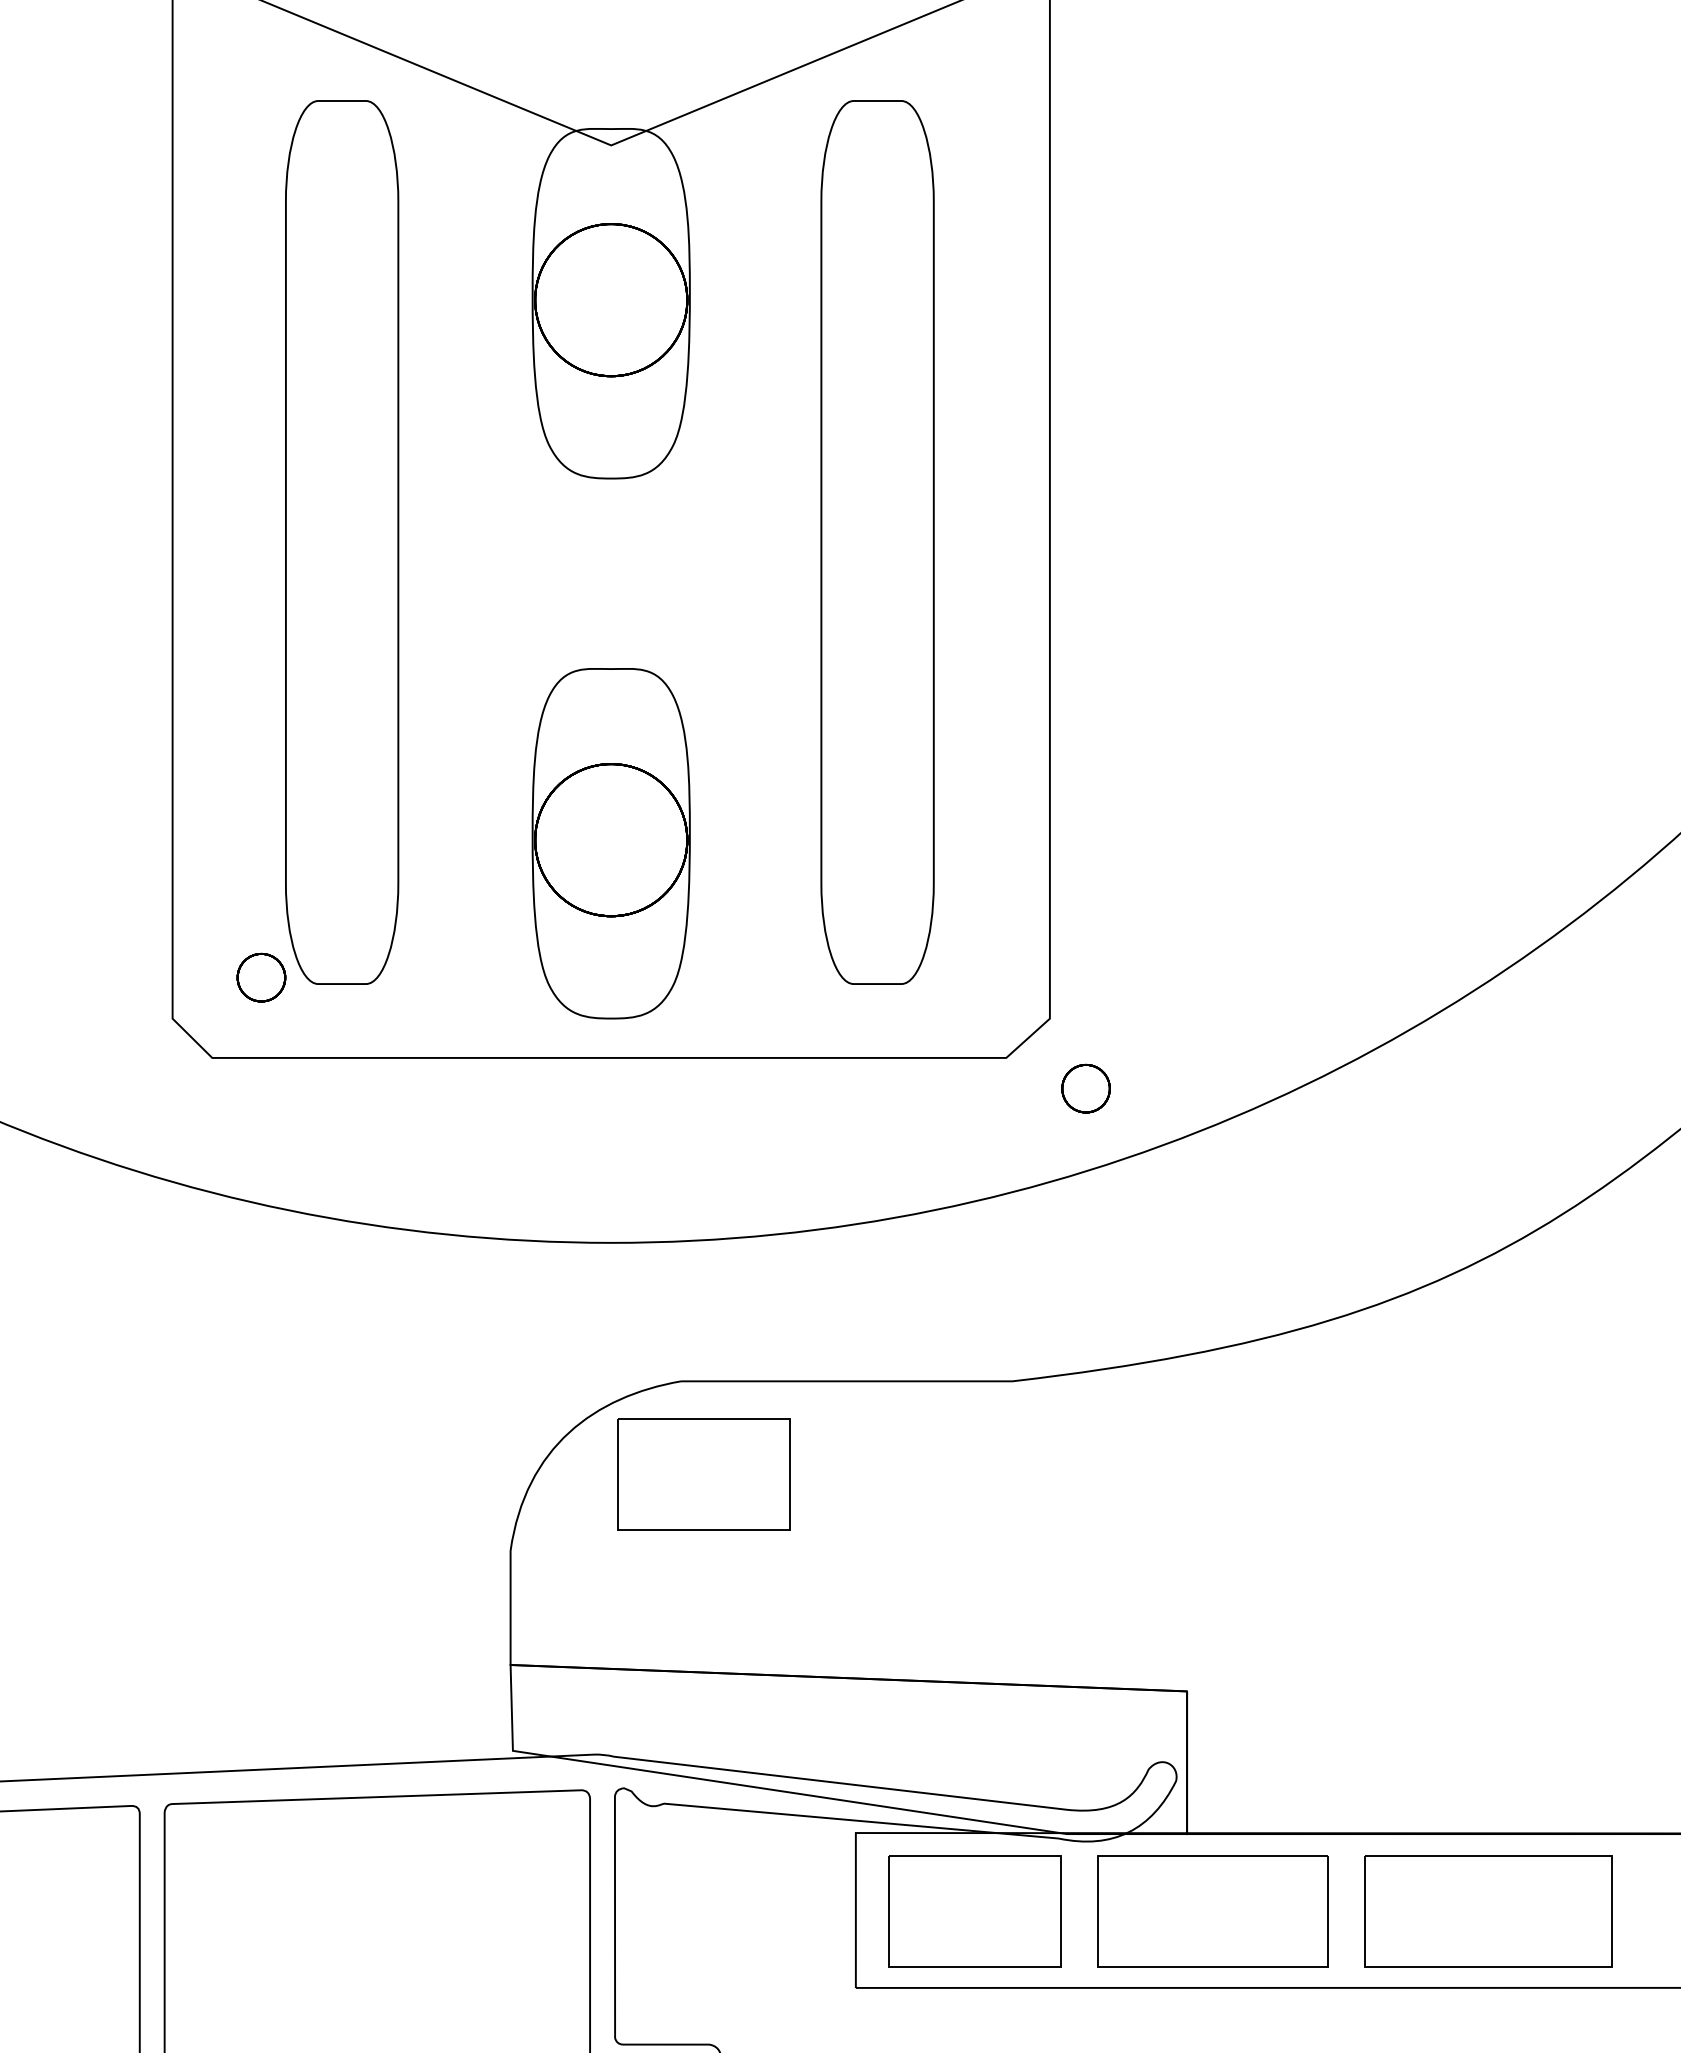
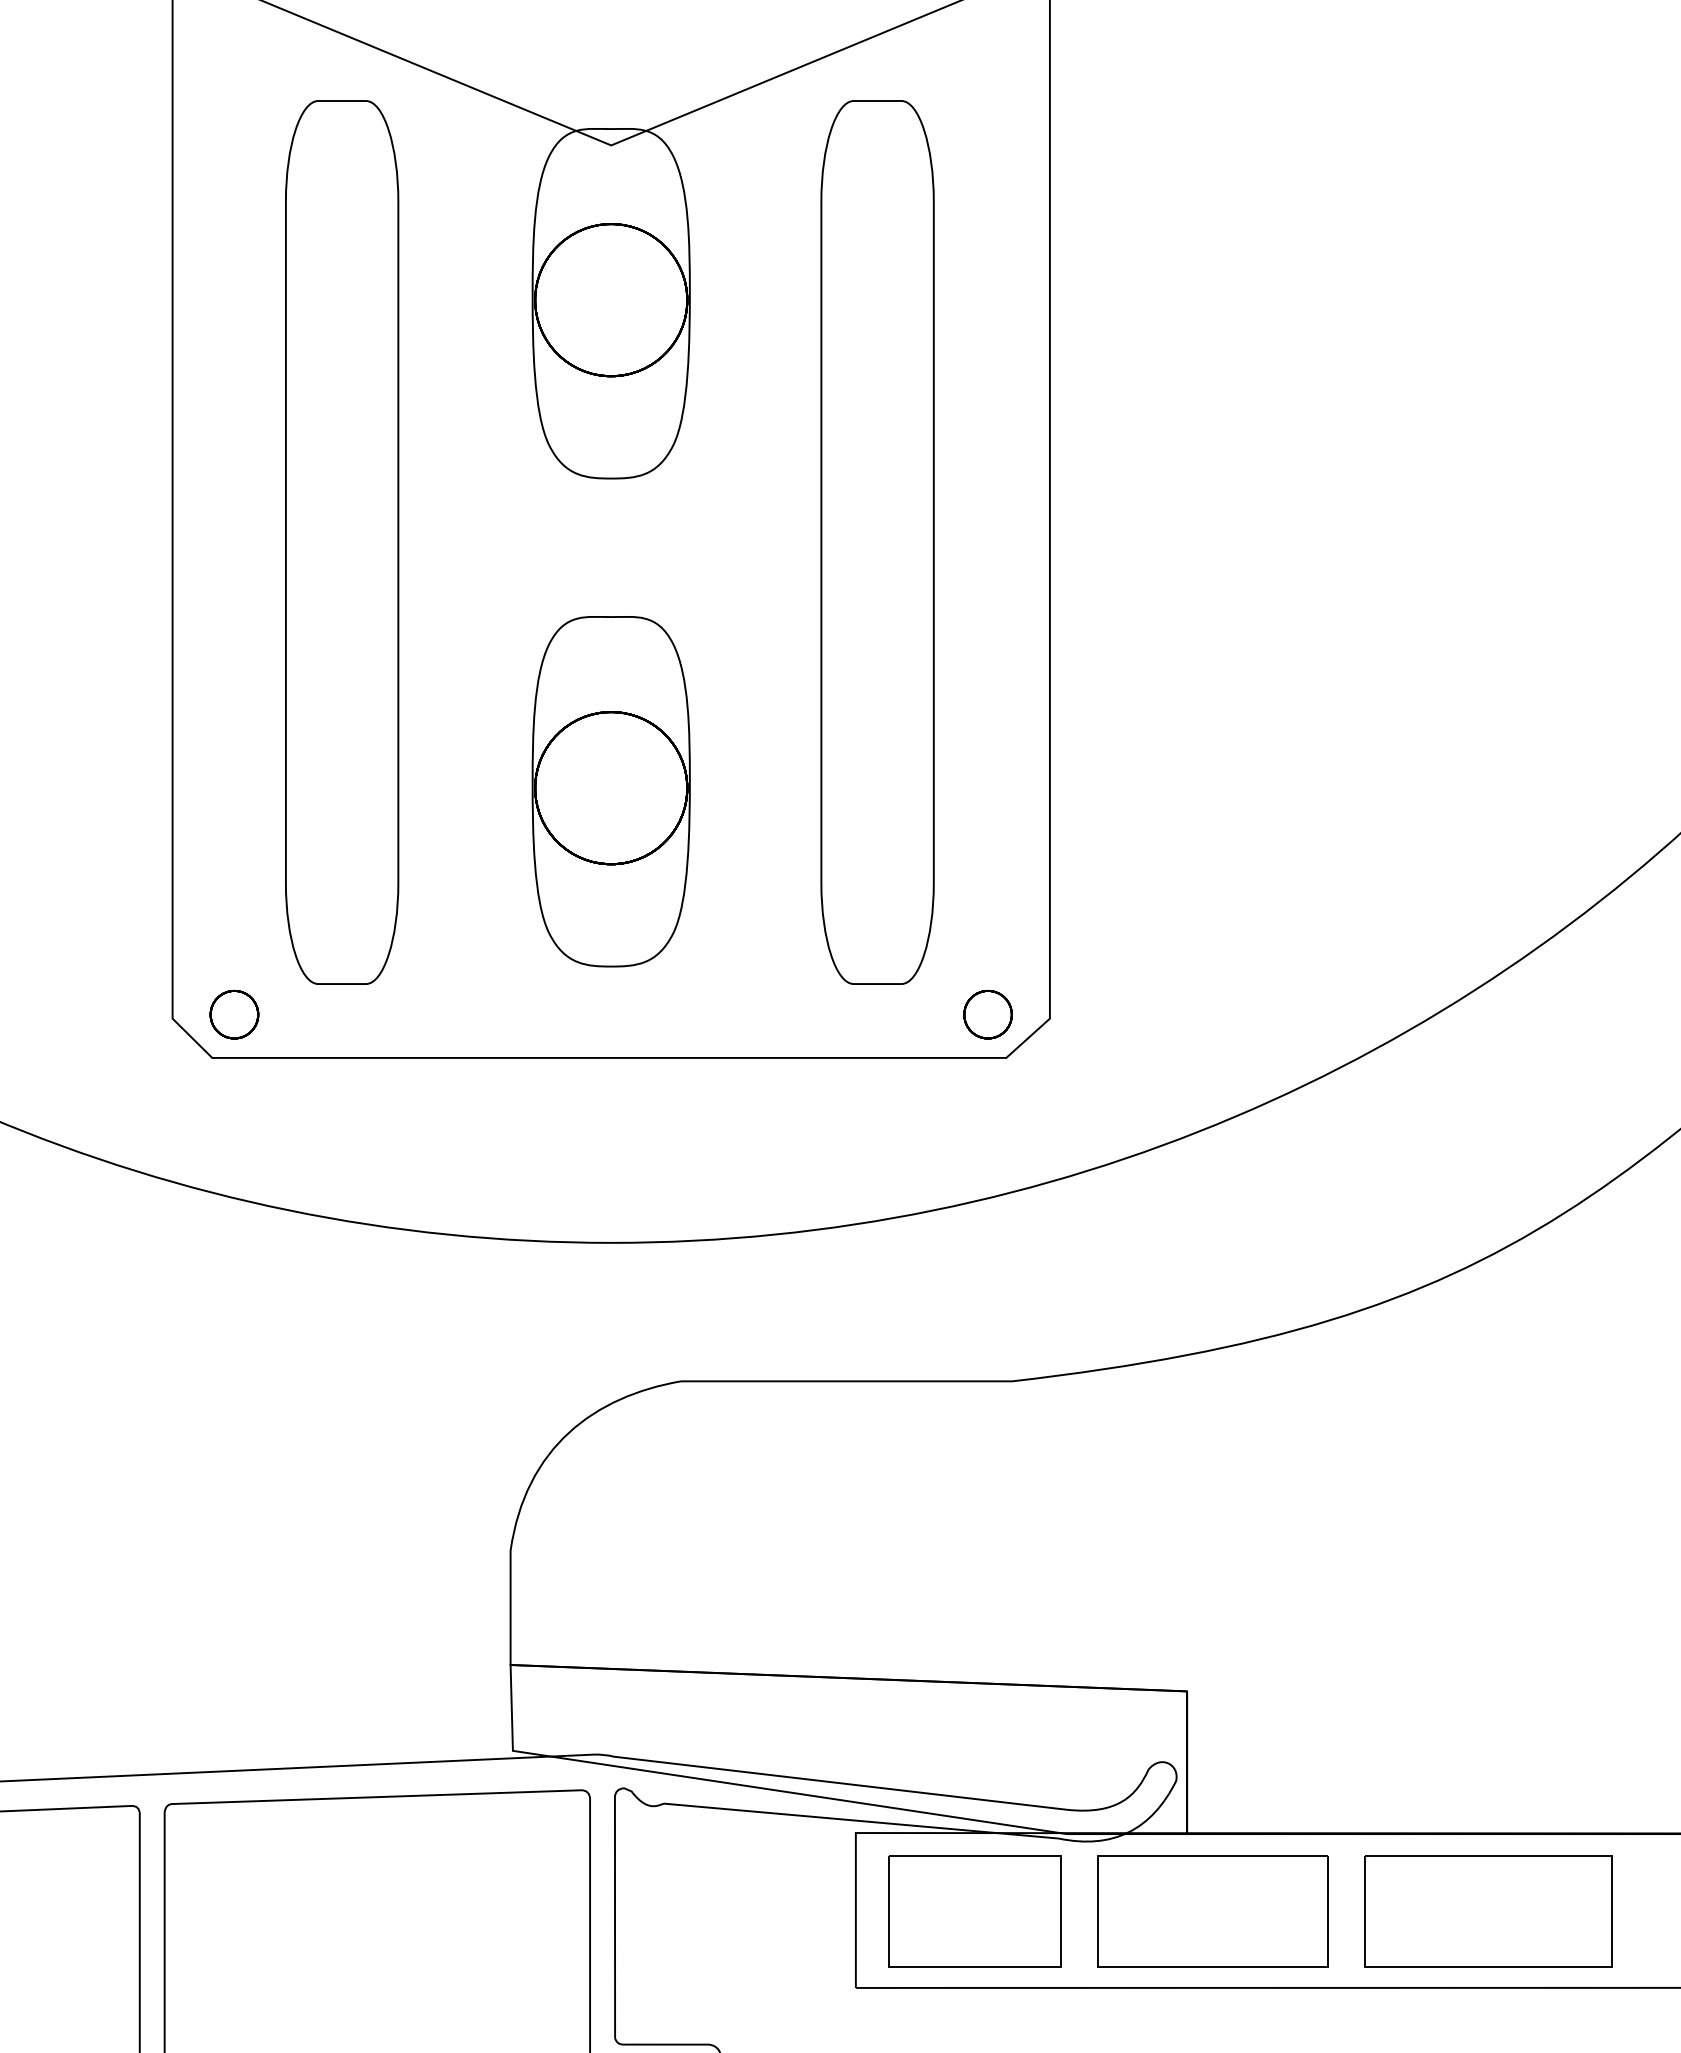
part at (610, 843) position: (610, 843) -> (610, 791)
part at (261, 977) position: (261, 977) -> (234, 1014)
part at (1085, 1088) position: (1085, 1088) -> (987, 1014)
part at (703, 1474): present -> none
